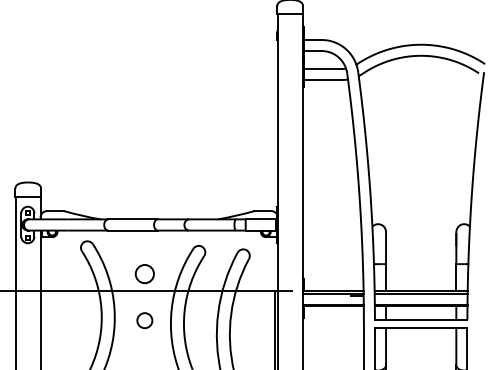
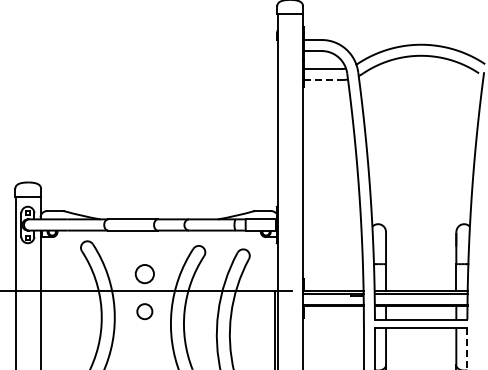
line at (322, 80): solid -> dashed
circle at (144, 320) position: (144, 320) -> (144, 311)
line at (467, 349): solid -> dashed
